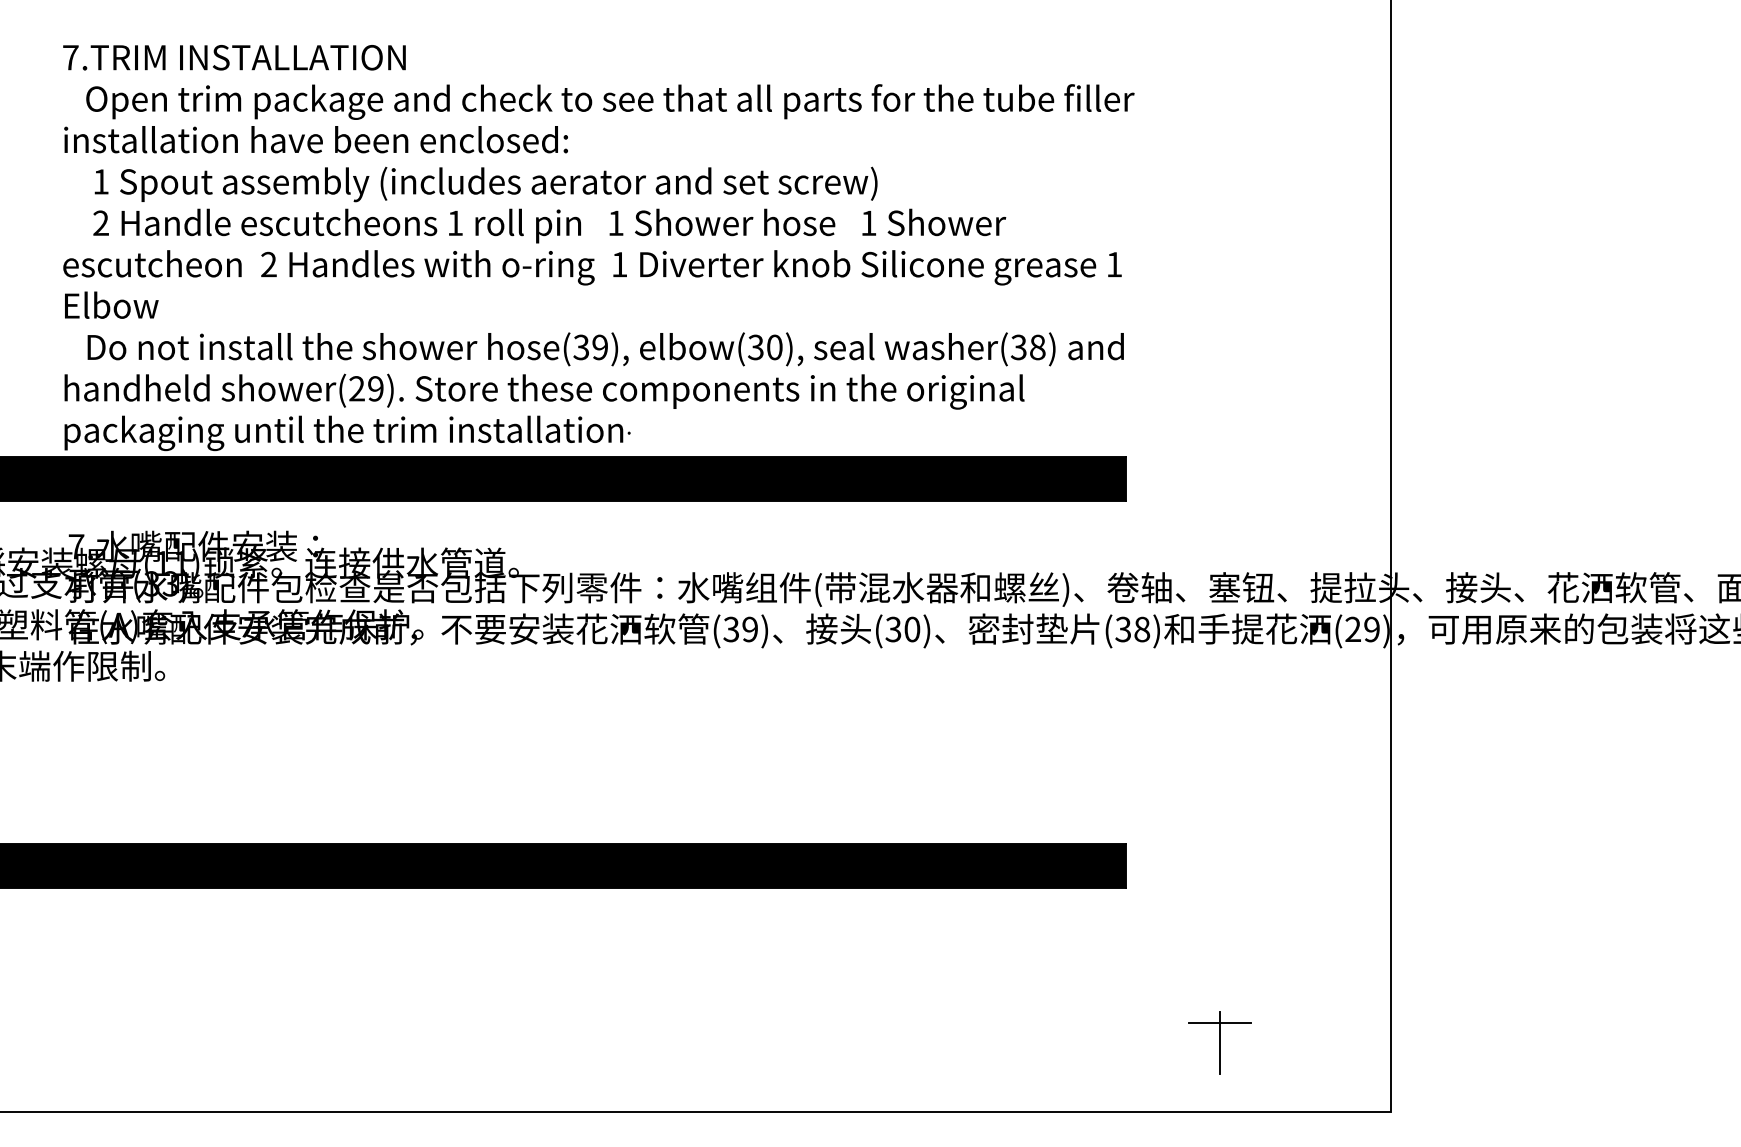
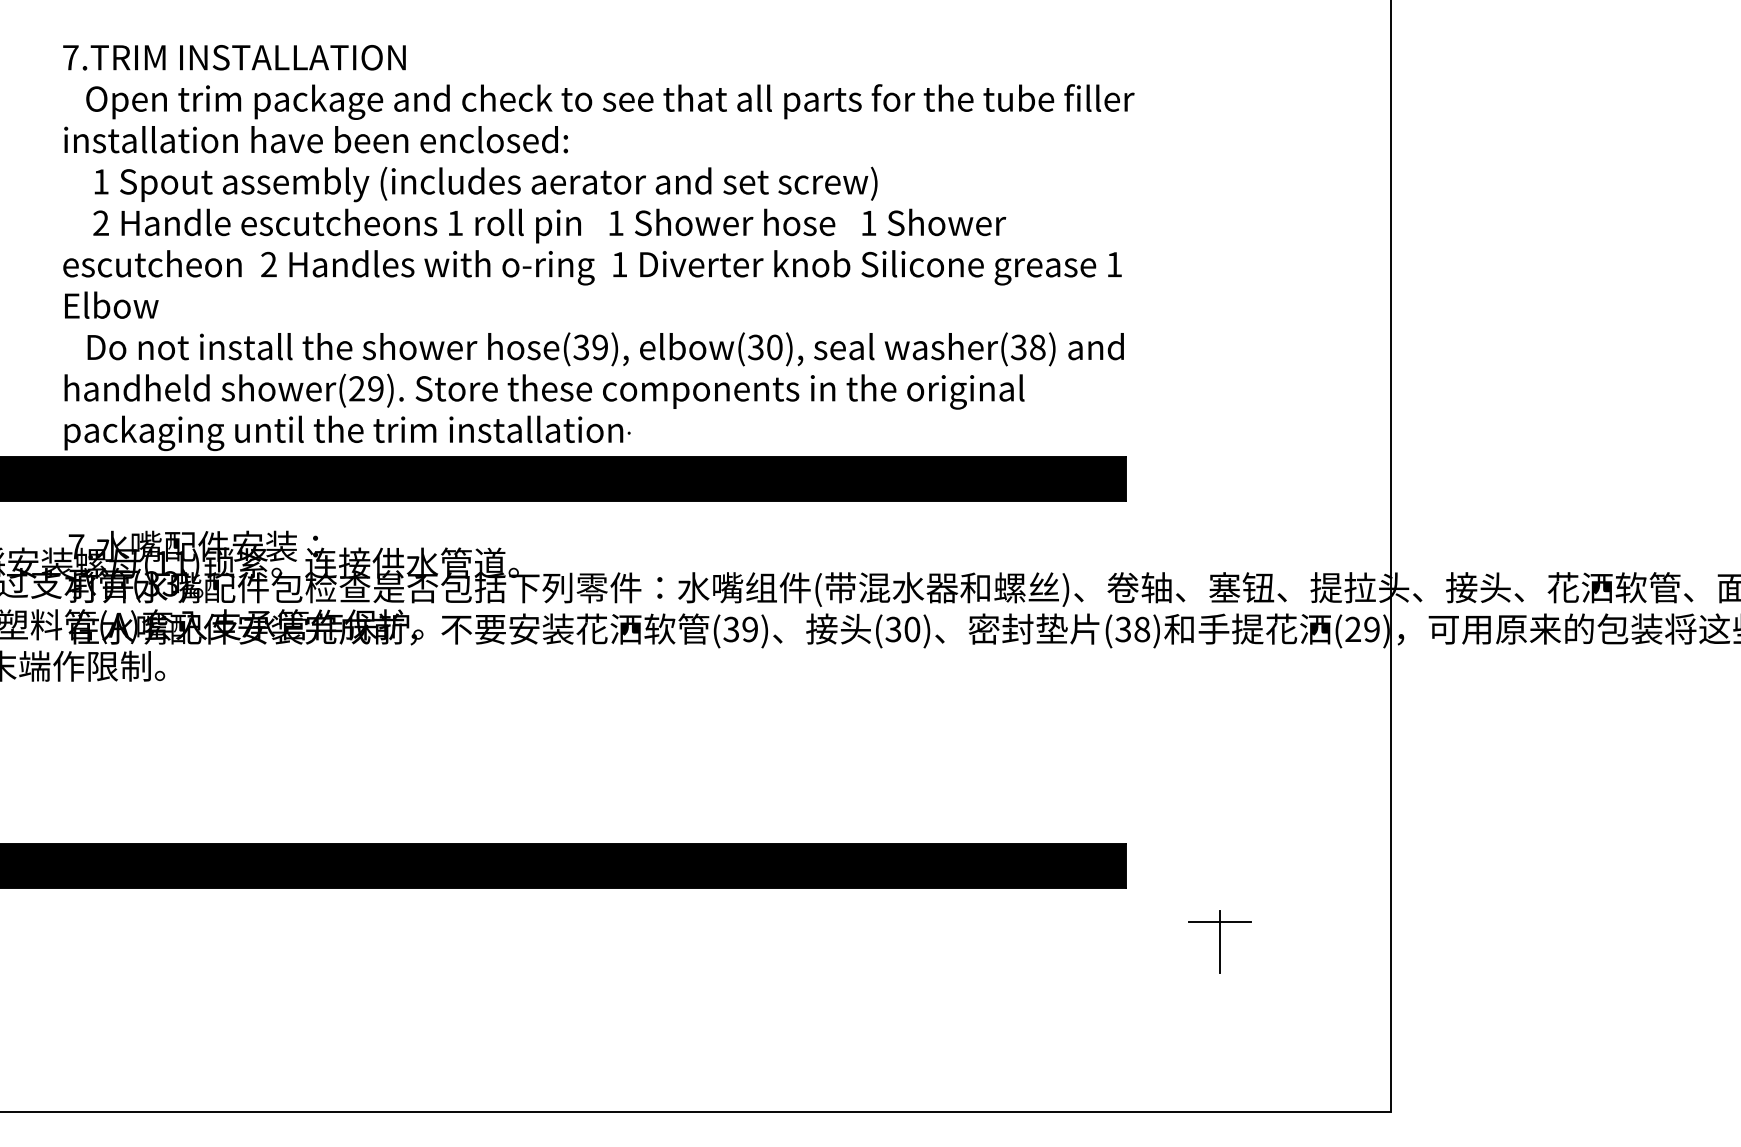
part at (1219, 1042) position: (1219, 1042) -> (1219, 941)
